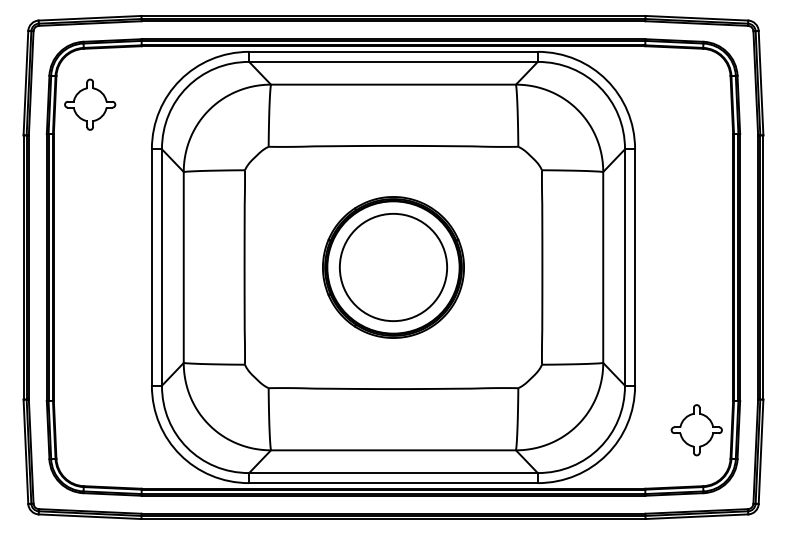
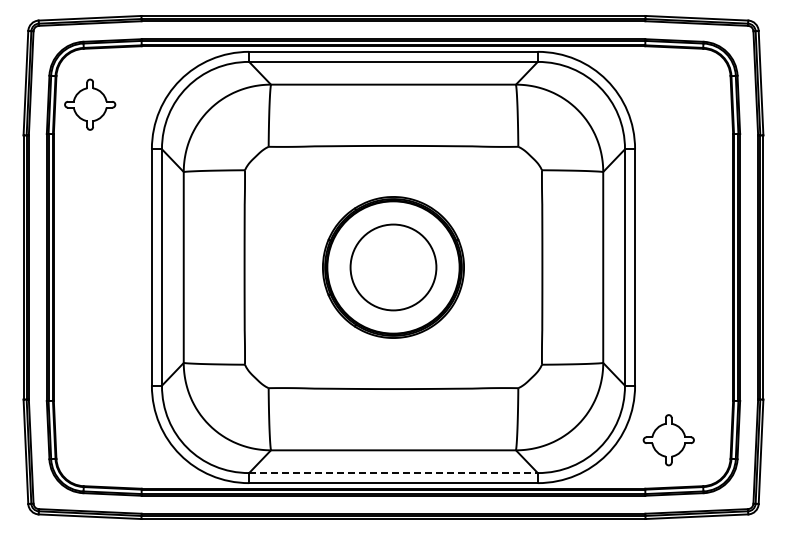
circle at (393, 267) diameter: 107 px -> 86 px
part at (696, 430) position: (696, 430) -> (668, 440)
line at (393, 473): solid -> dashed
